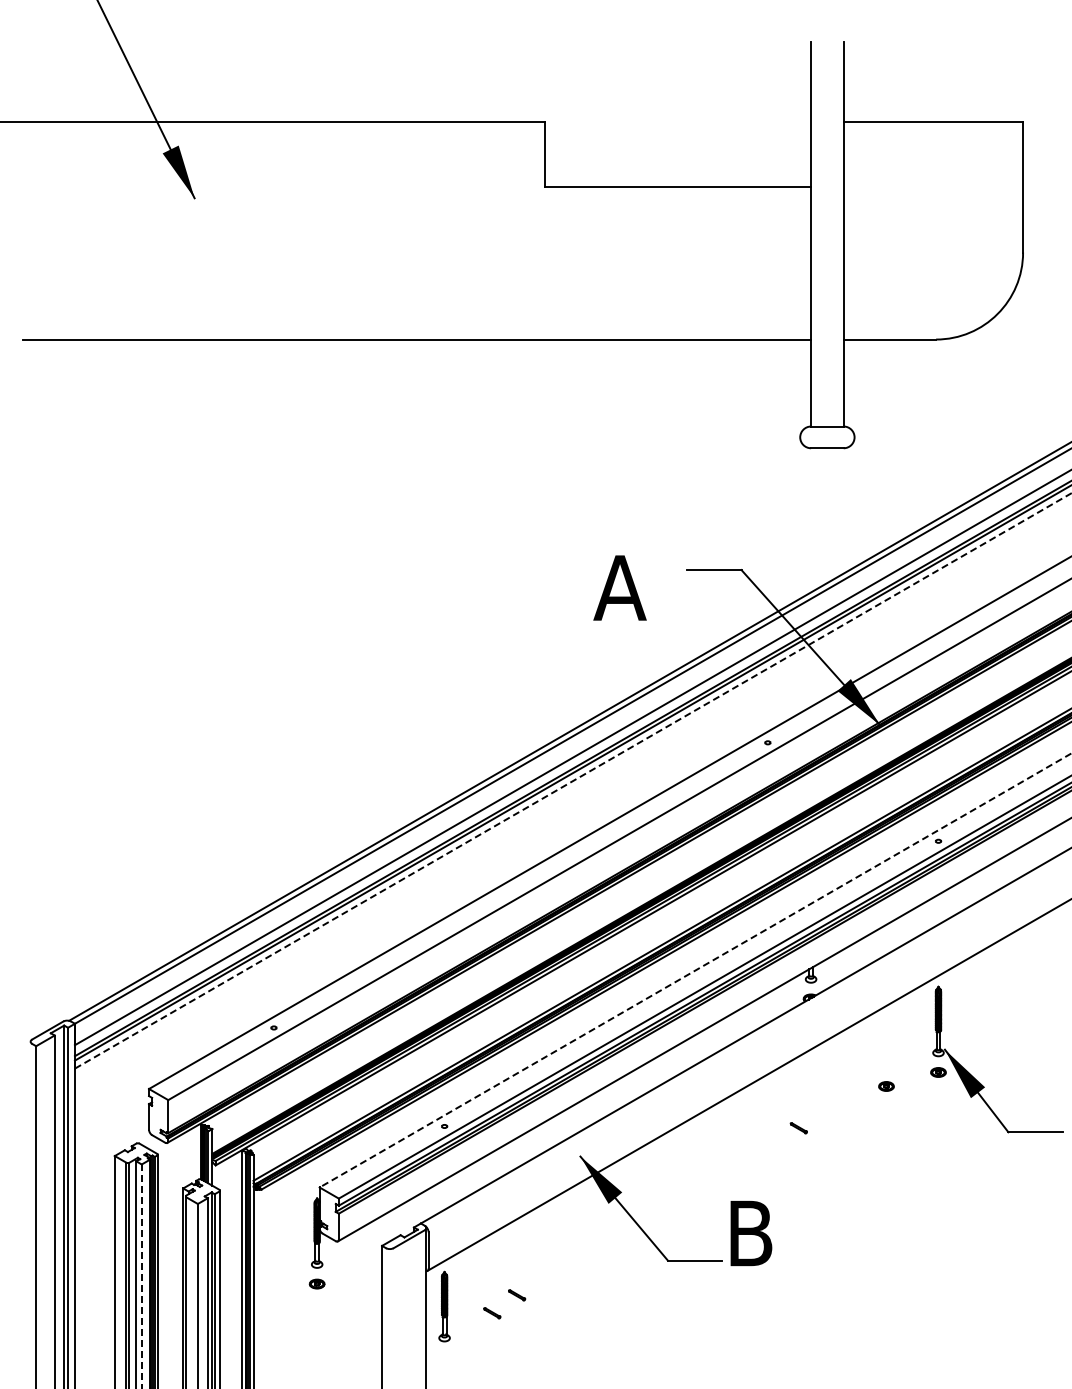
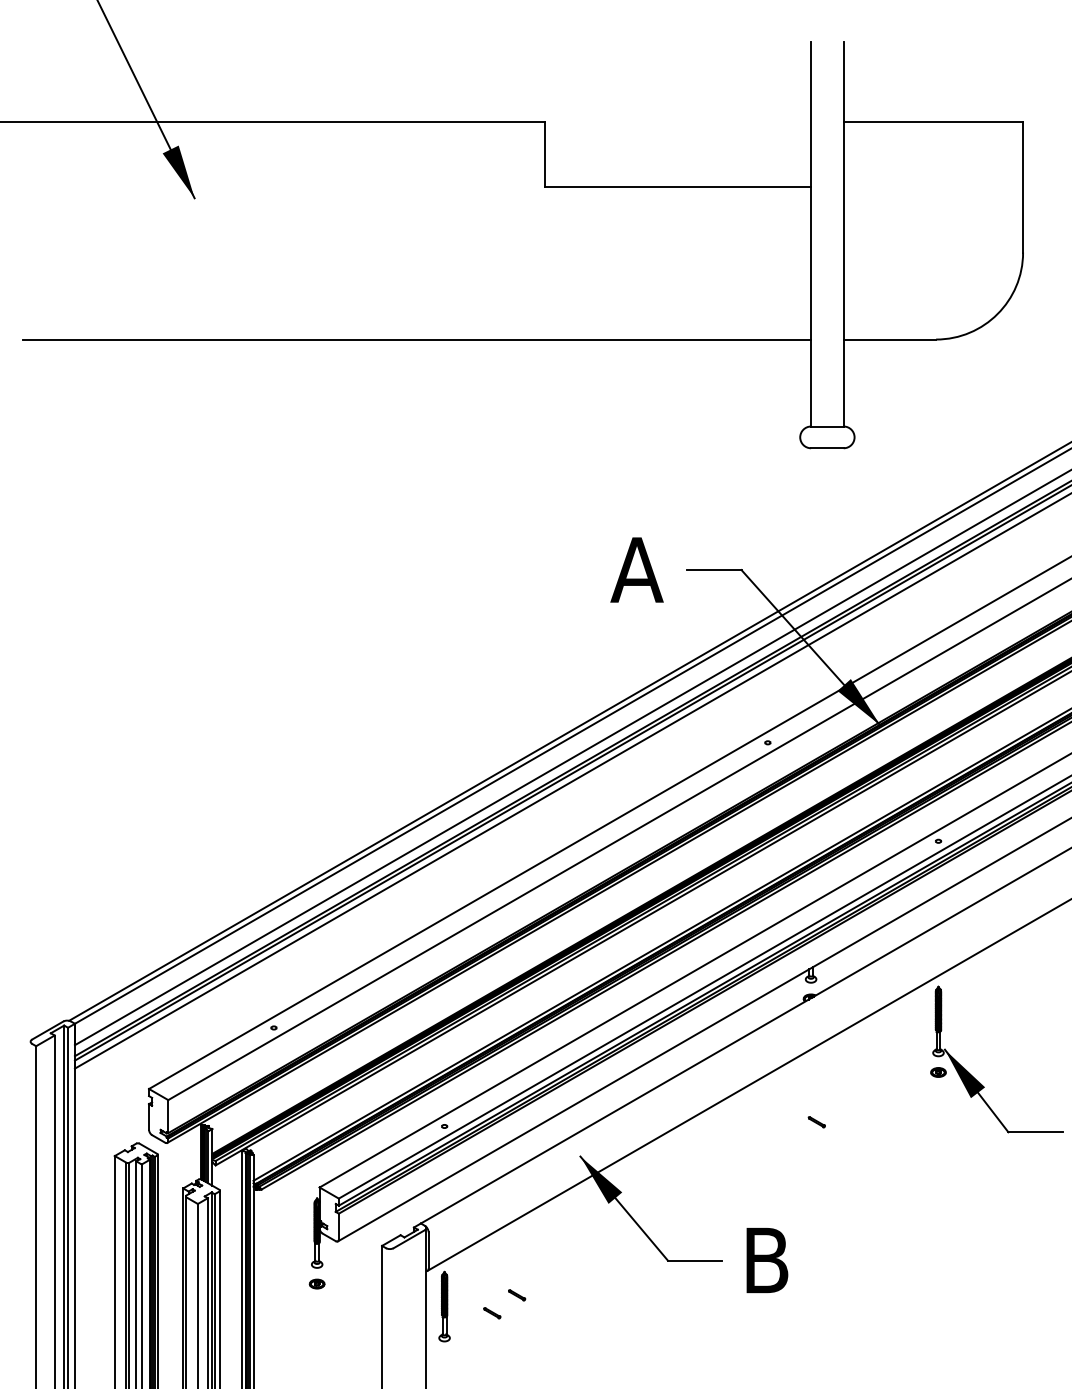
text at (619, 587) position: (619, 587) -> (636, 569)
line at (573, 780): dashed -> solid
line at (695, 970): dashed -> solid
part at (886, 1086): present -> none
part at (798, 1128) position: (798, 1128) -> (816, 1122)
text at (751, 1233) position: (751, 1233) -> (767, 1260)
line at (141, 1276): dashed -> solid
